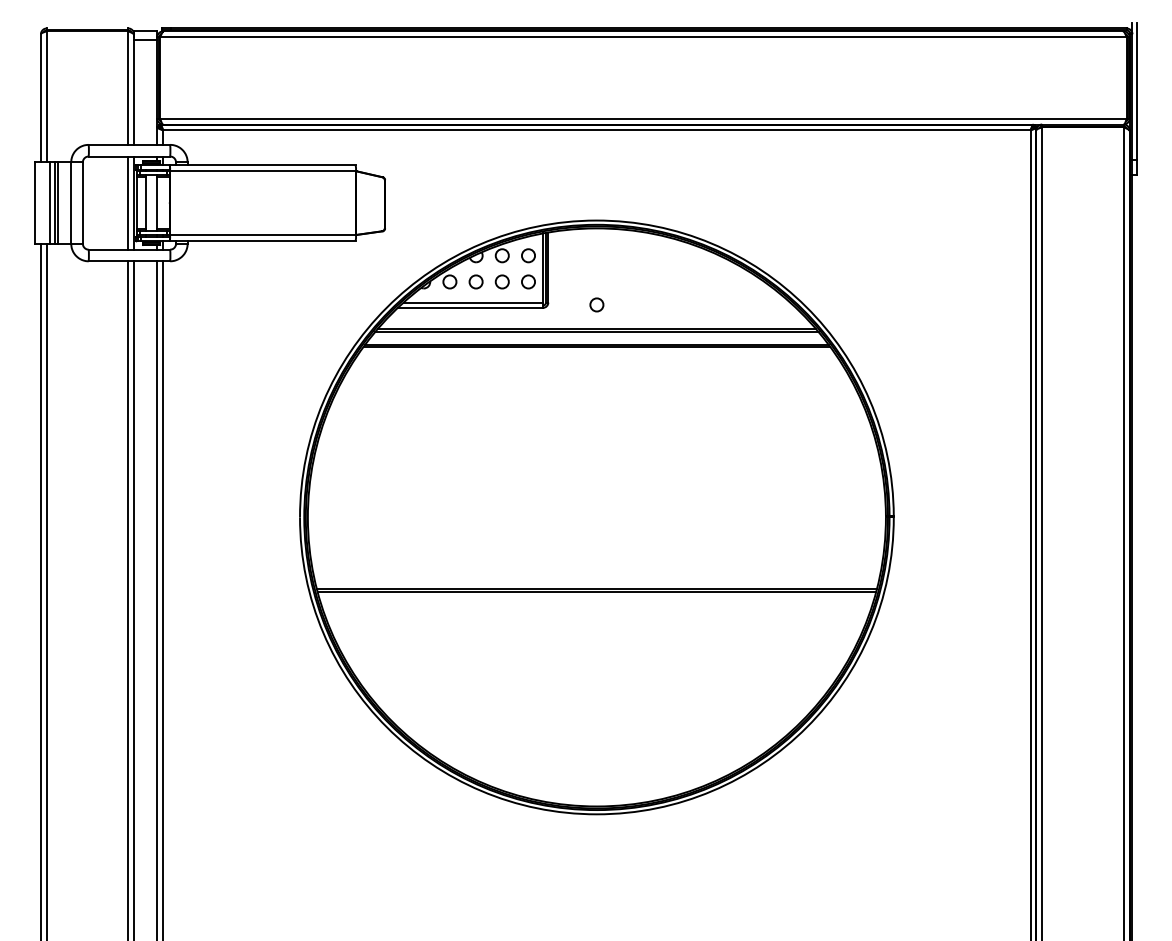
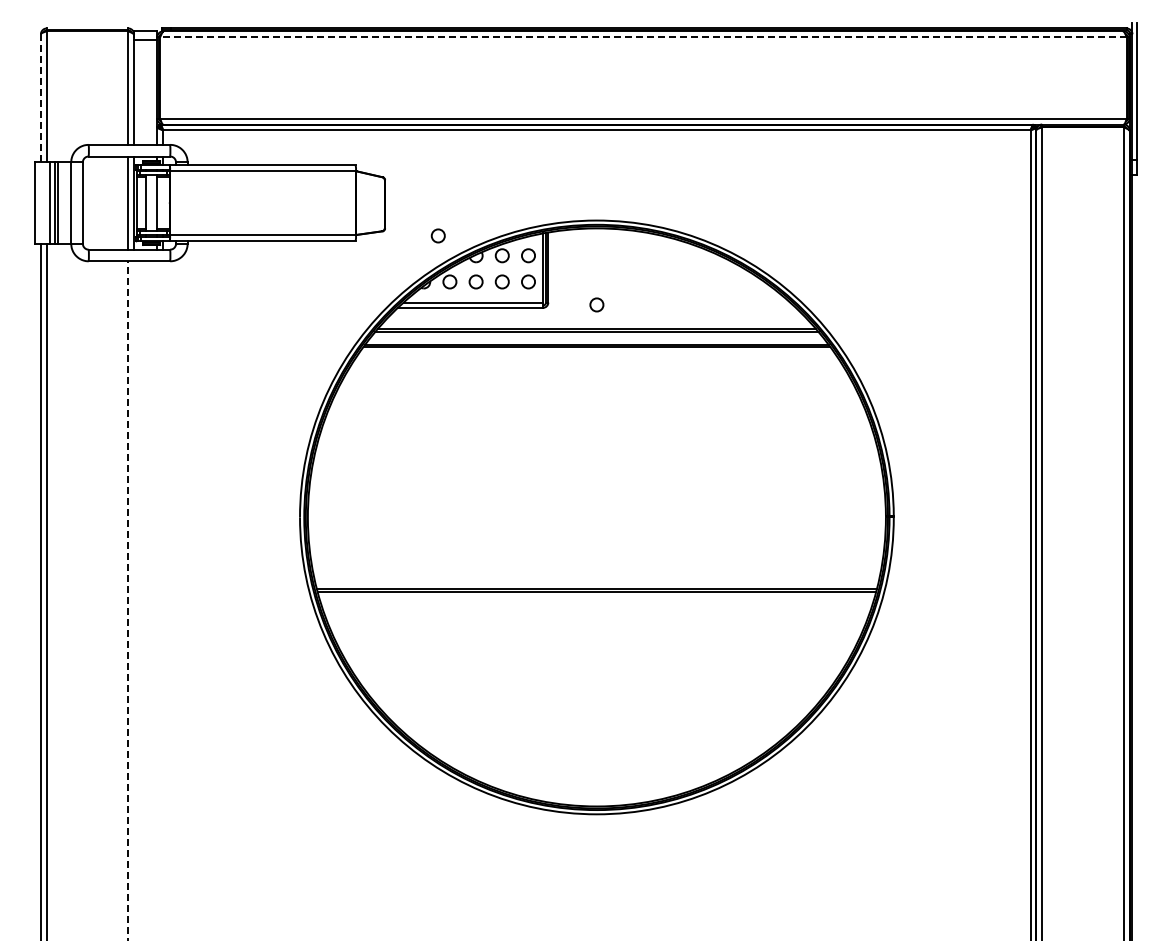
line at (642, 37): solid -> dashed
line at (40, 97): solid -> dashed
circle at (437, 235): none -> present
line at (134, 599): present -> none
line at (157, 599): present -> none
line at (163, 599): present -> none
line at (128, 600): solid -> dashed
